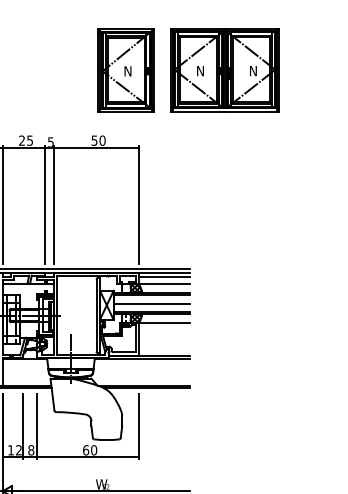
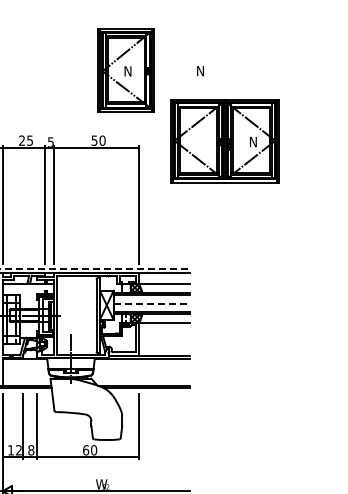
part at (224, 70) position: (224, 70) -> (224, 141)
line at (95, 268): solid -> dashed
line at (164, 276): present -> none
line at (152, 303): solid -> dashed
